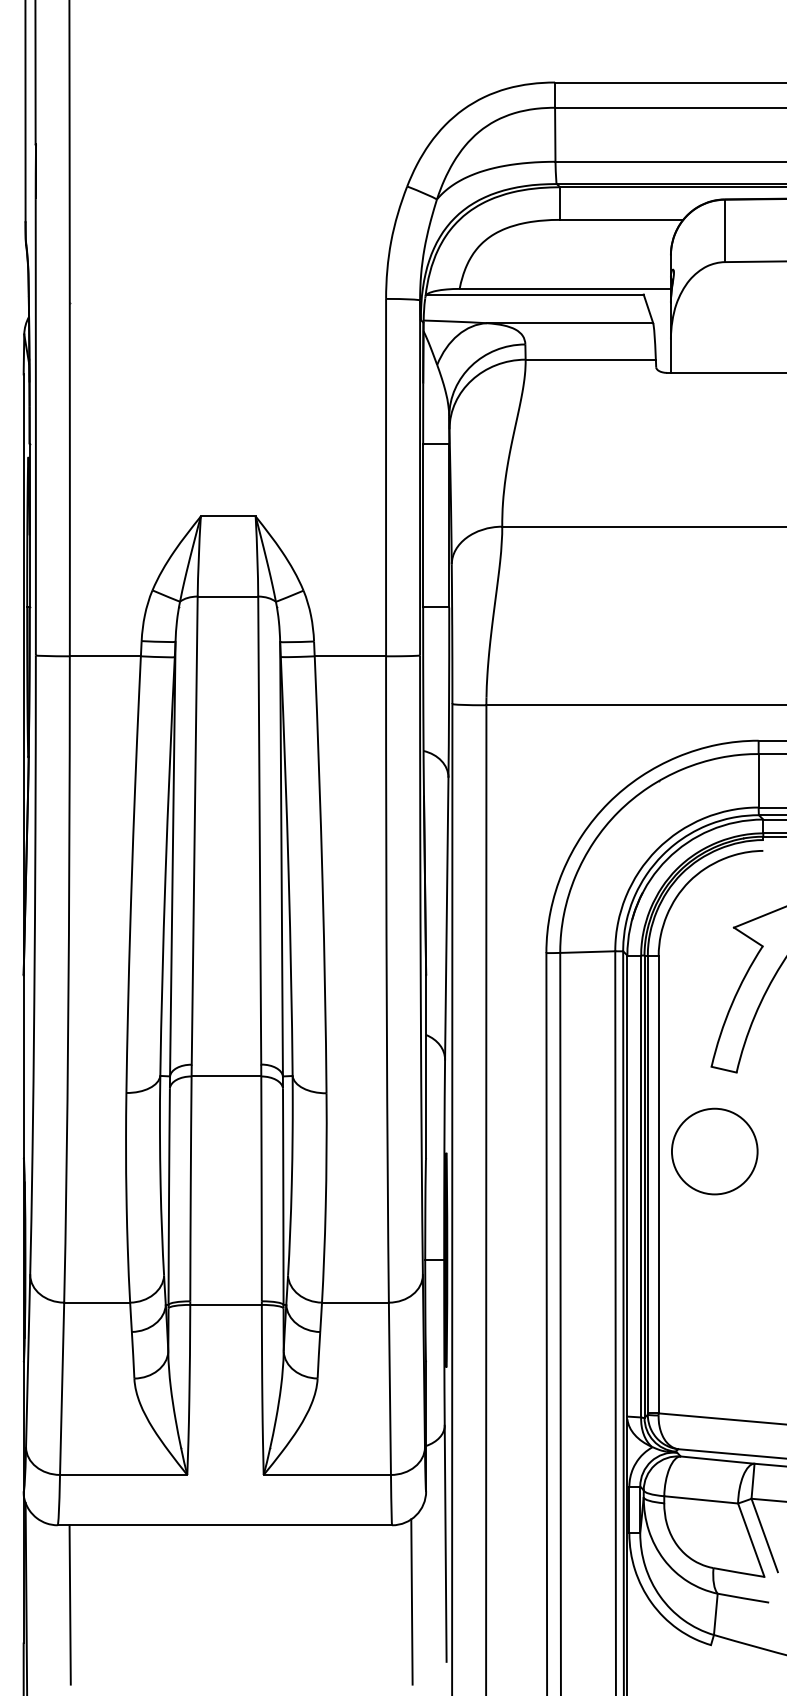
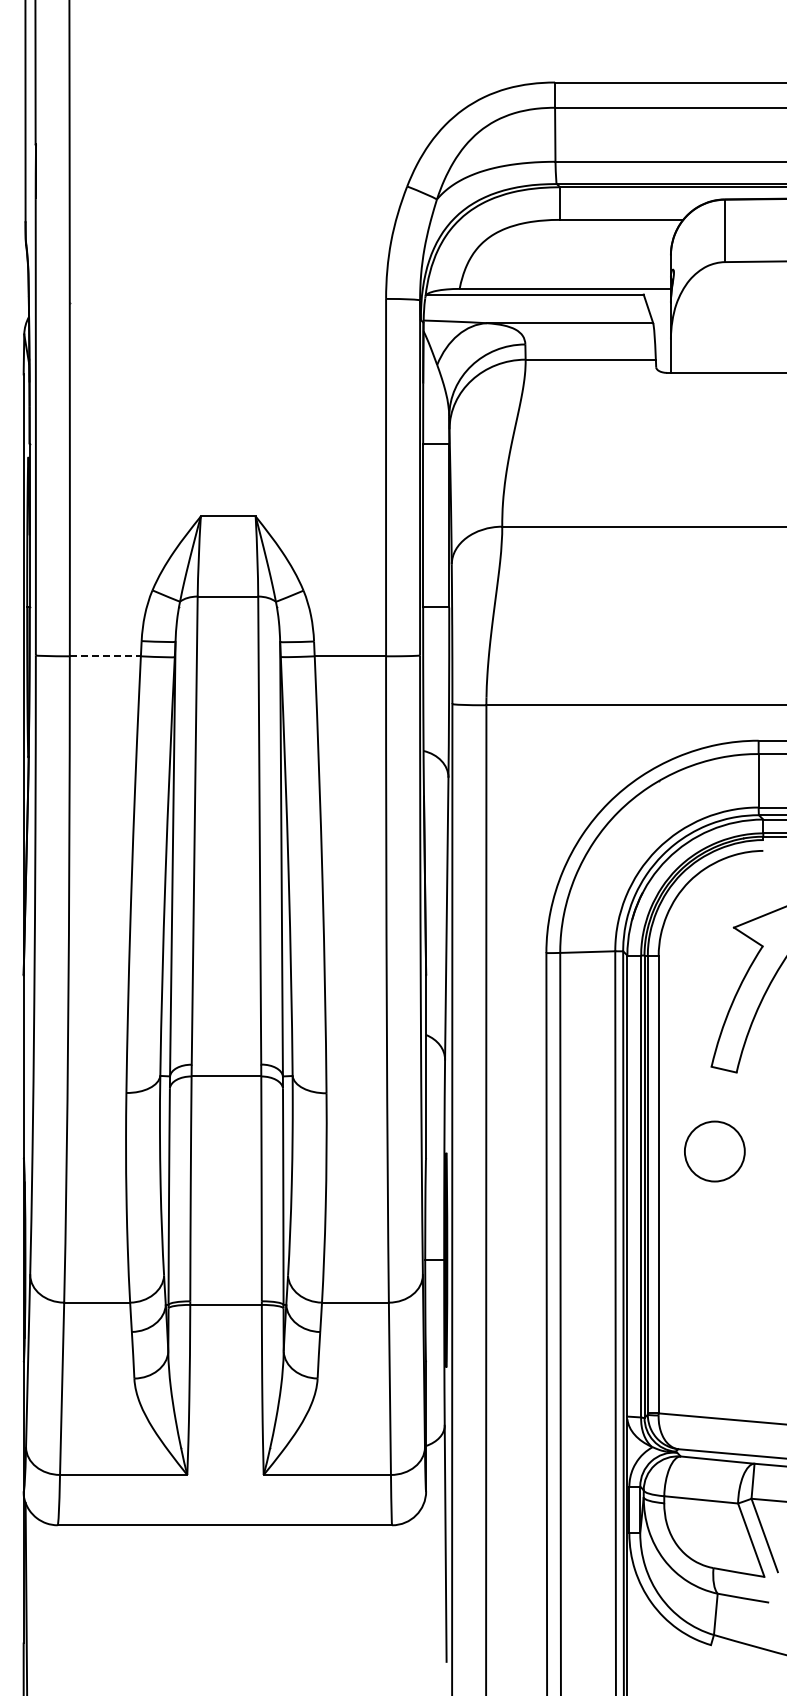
line at (105, 656): solid -> dashed
circle at (714, 1151) size: 88x89 px -> 62x63 px
line at (411, 1601): present -> none
line at (69, 1604): present -> none
